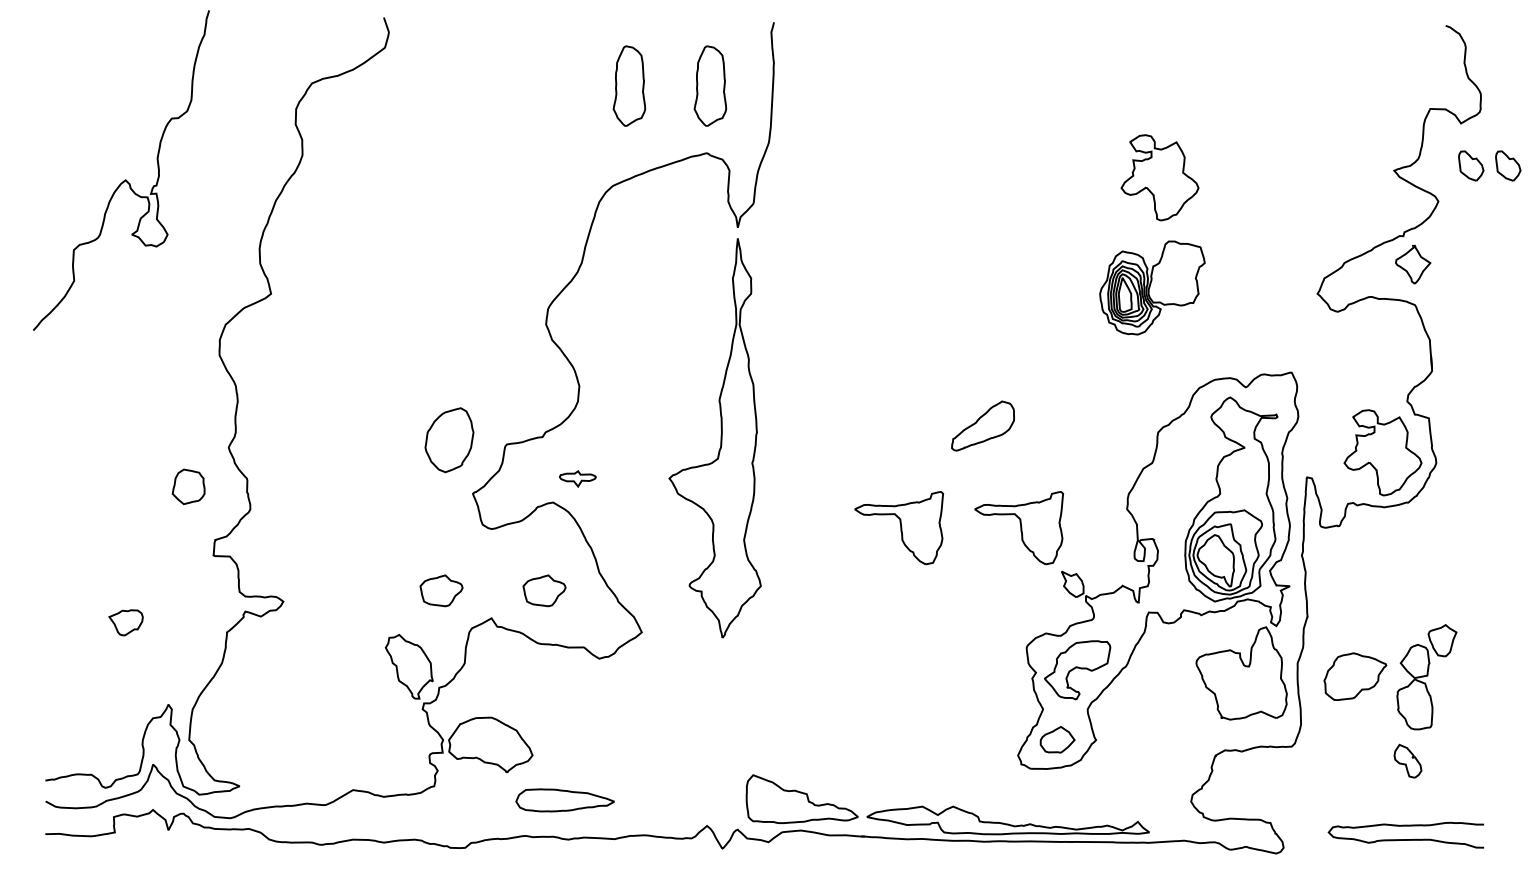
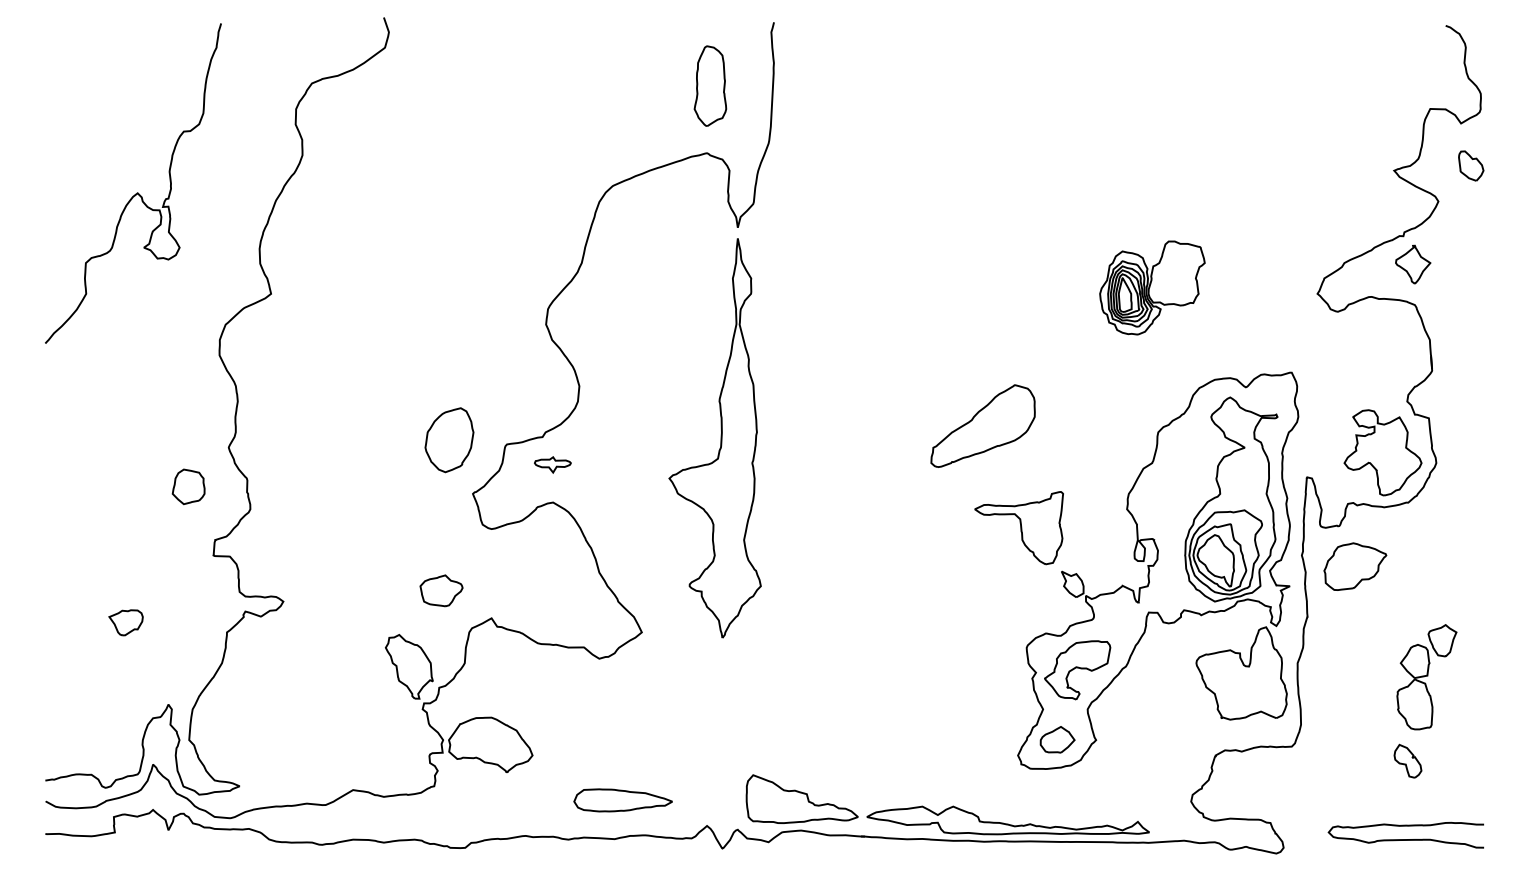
part at (629, 85): present -> none
part at (1508, 165): present -> none
part at (1159, 177): present -> none
curve at (125, 179) position: (125, 179) -> (137, 192)
part at (982, 425) size: 64x52 px -> 106x84 px
part at (577, 478) position: (577, 478) -> (552, 464)
part at (898, 528): present -> none
part at (544, 590): present -> none
part at (1355, 676) position: (1355, 676) -> (1355, 566)
part at (564, 800) position: (564, 800) -> (622, 800)
